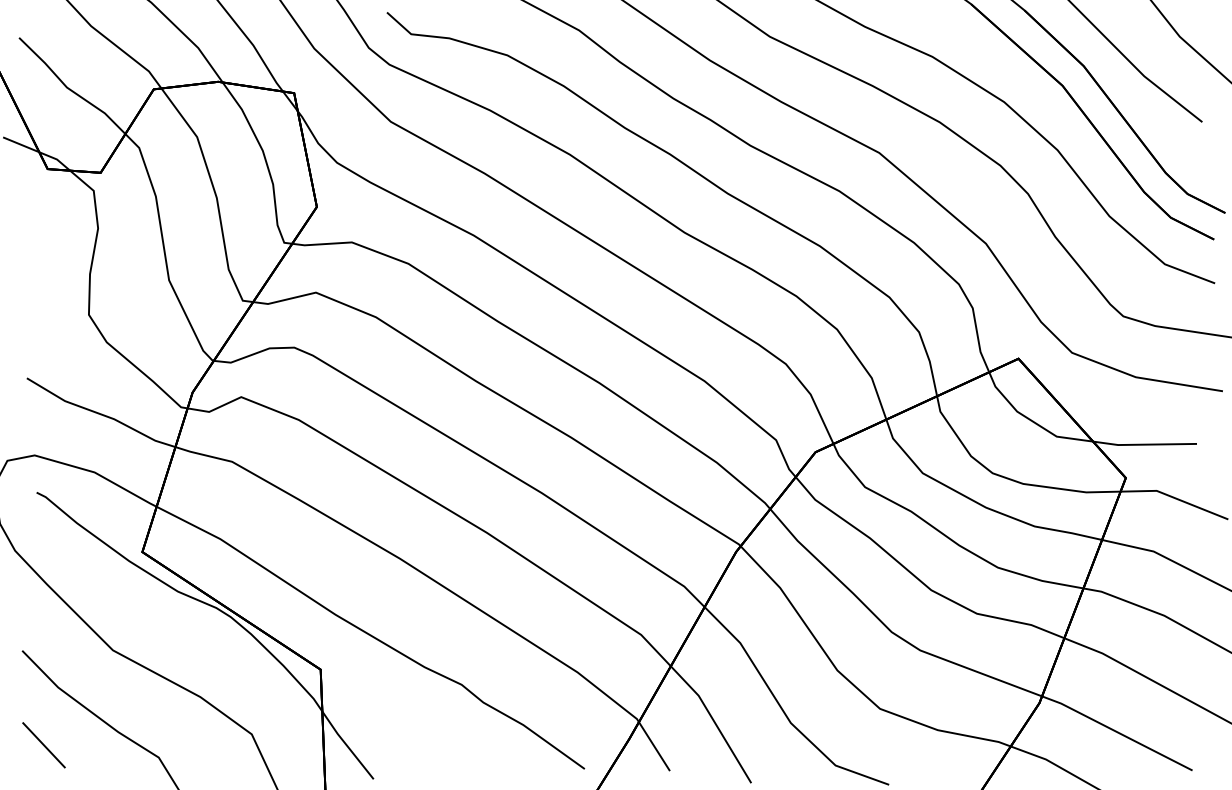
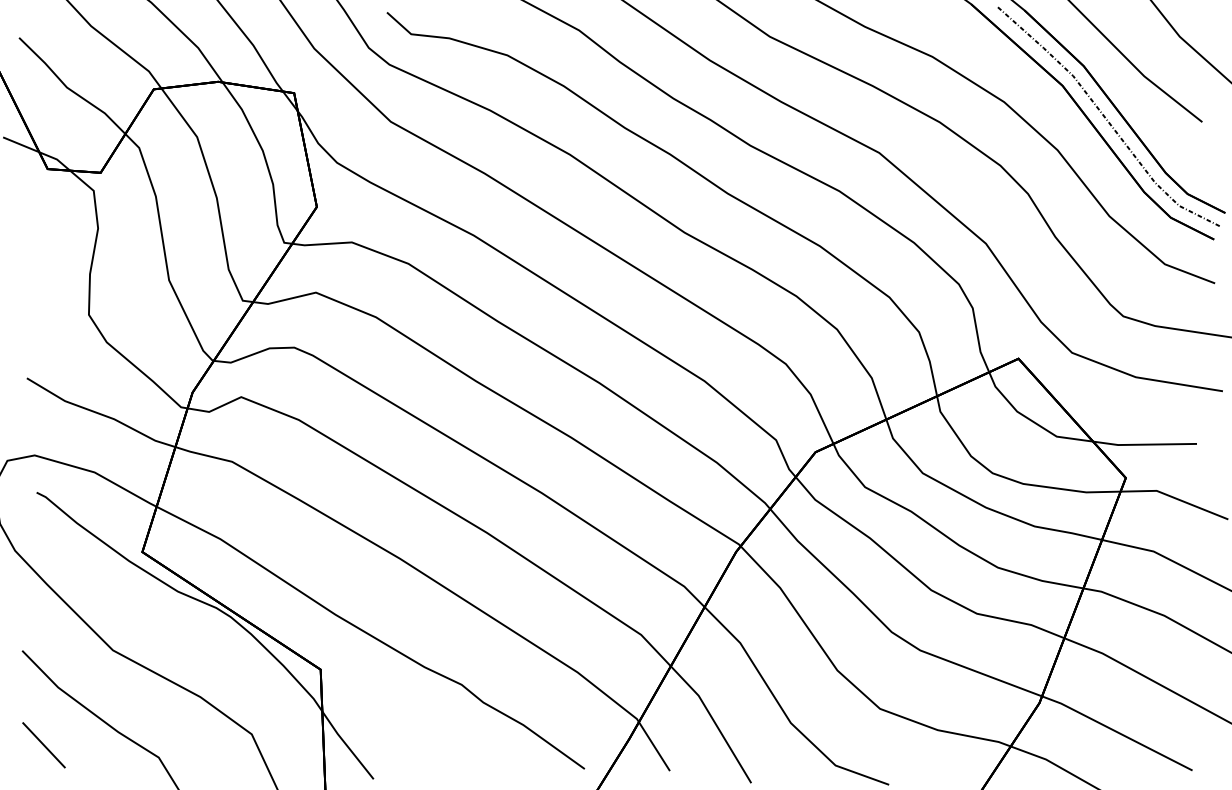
curve at (1105, 116): none -> present
